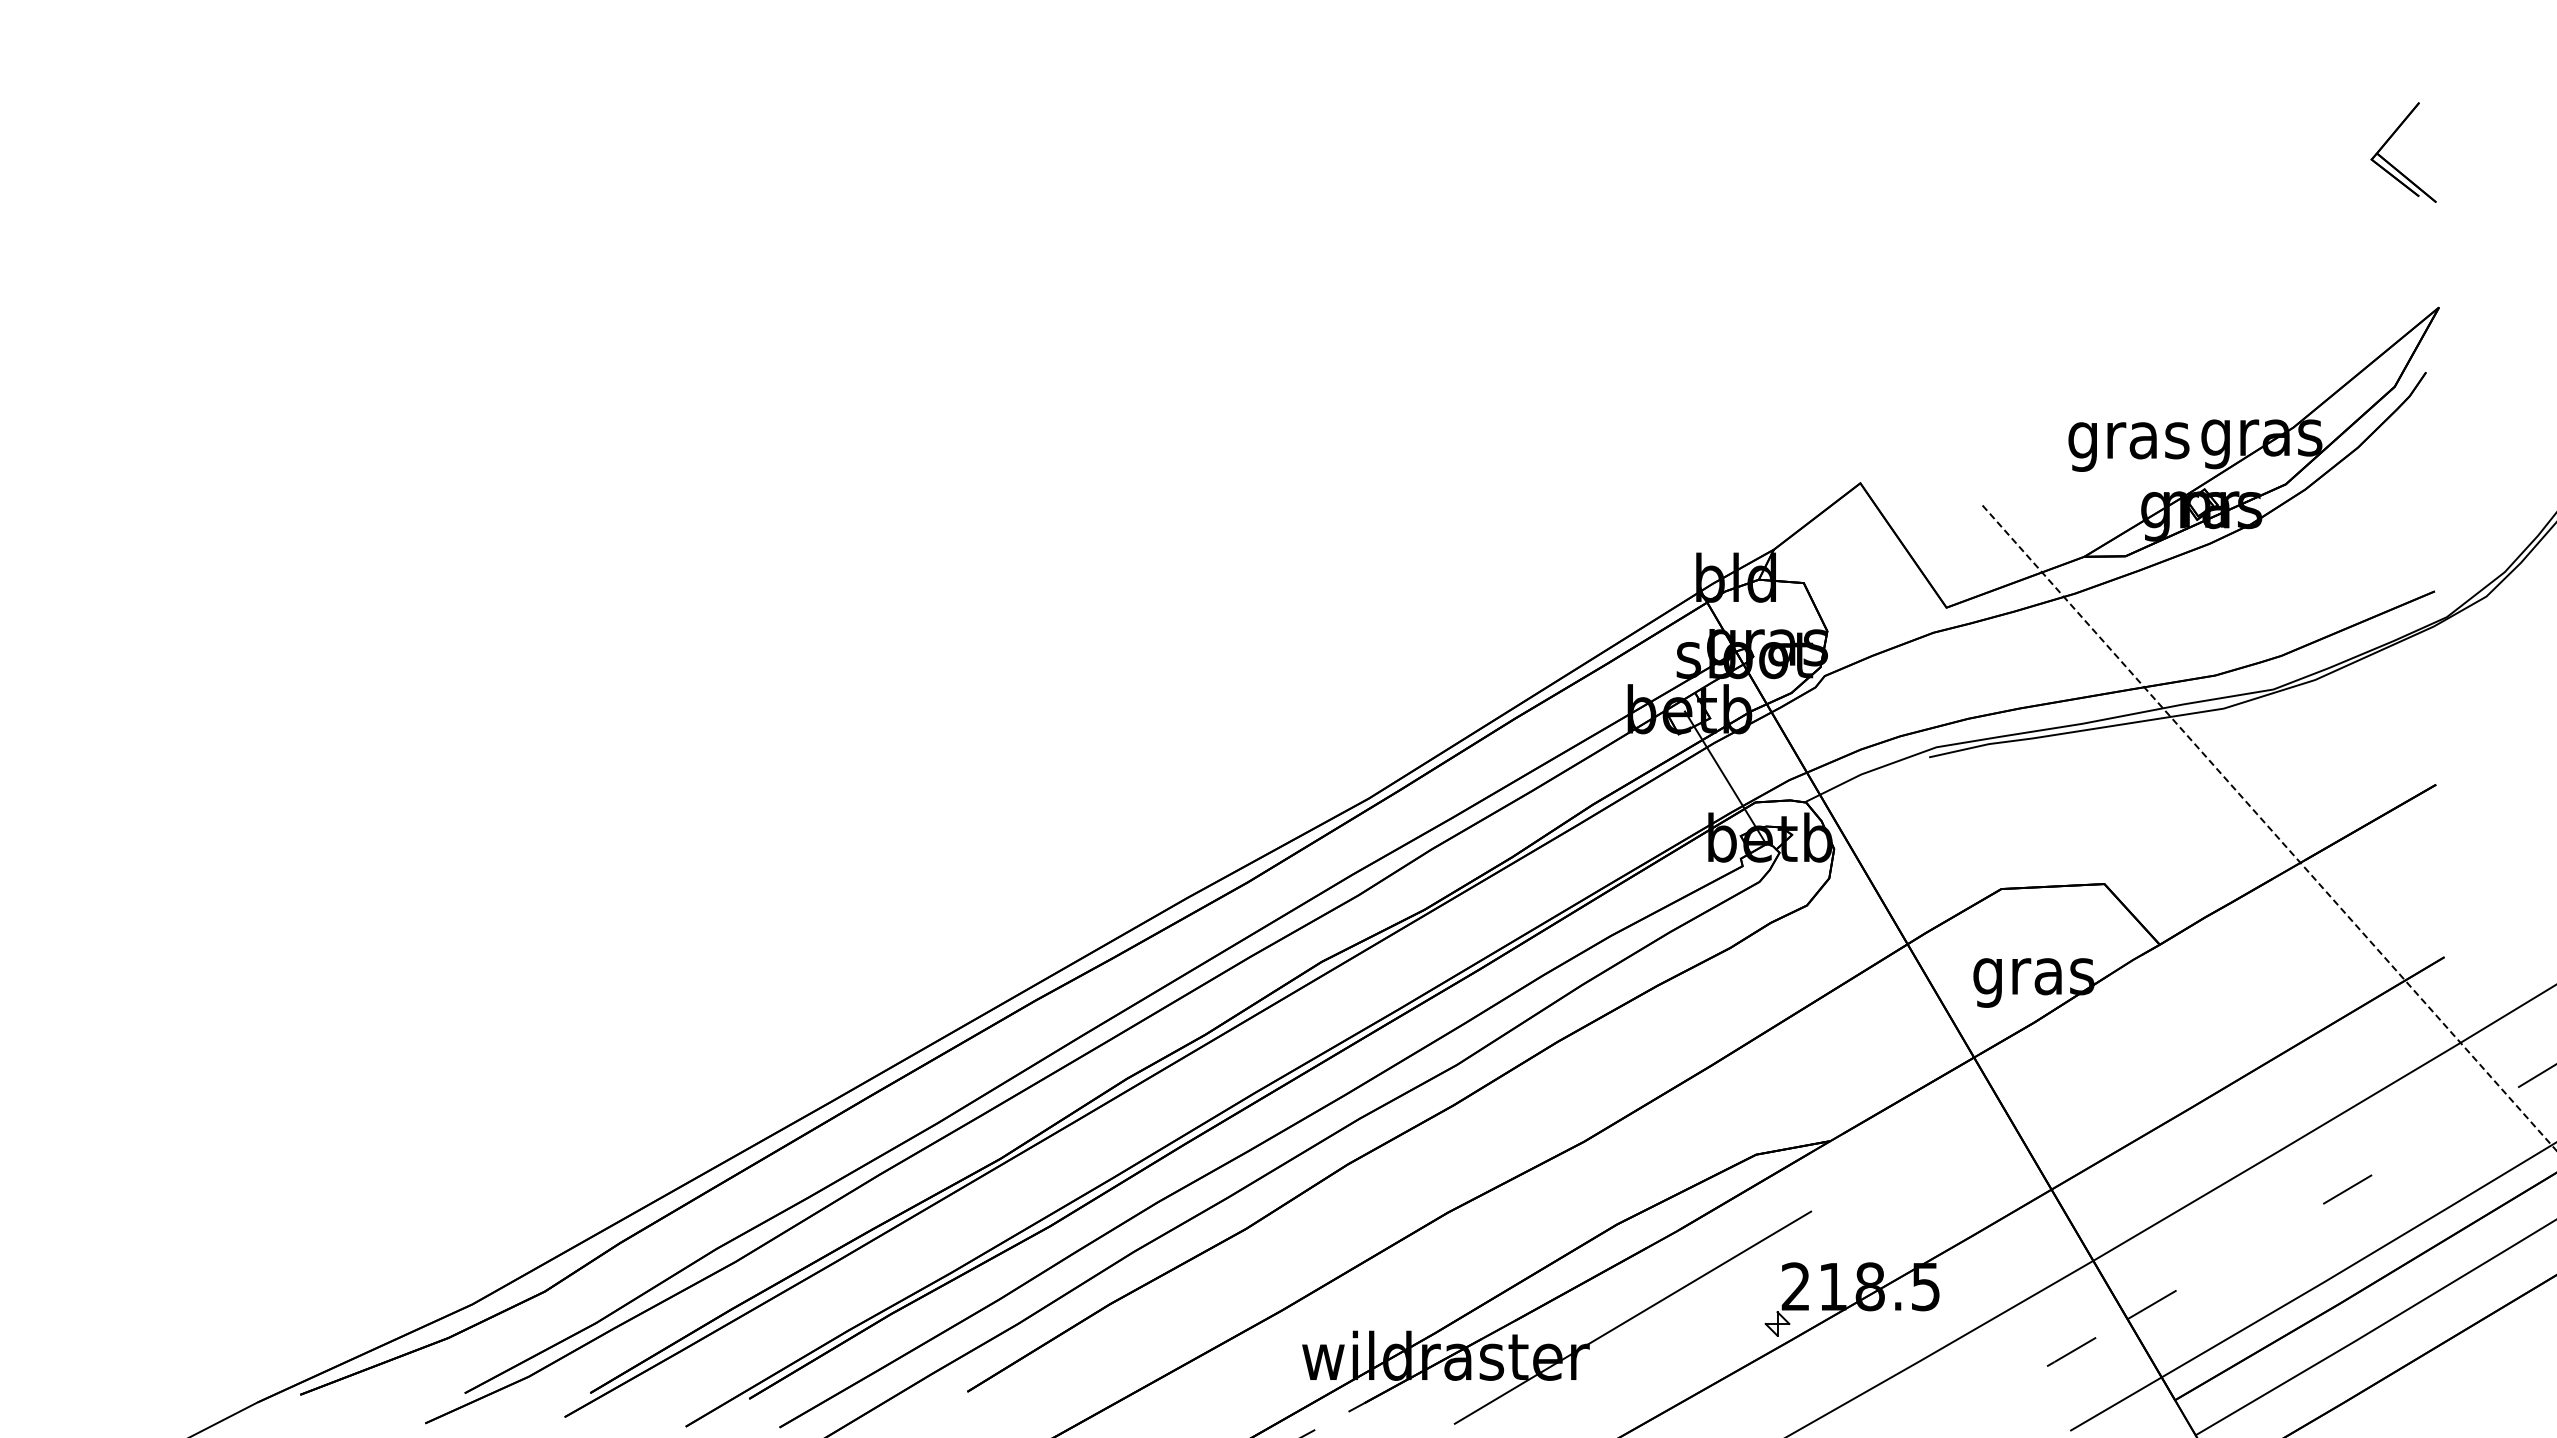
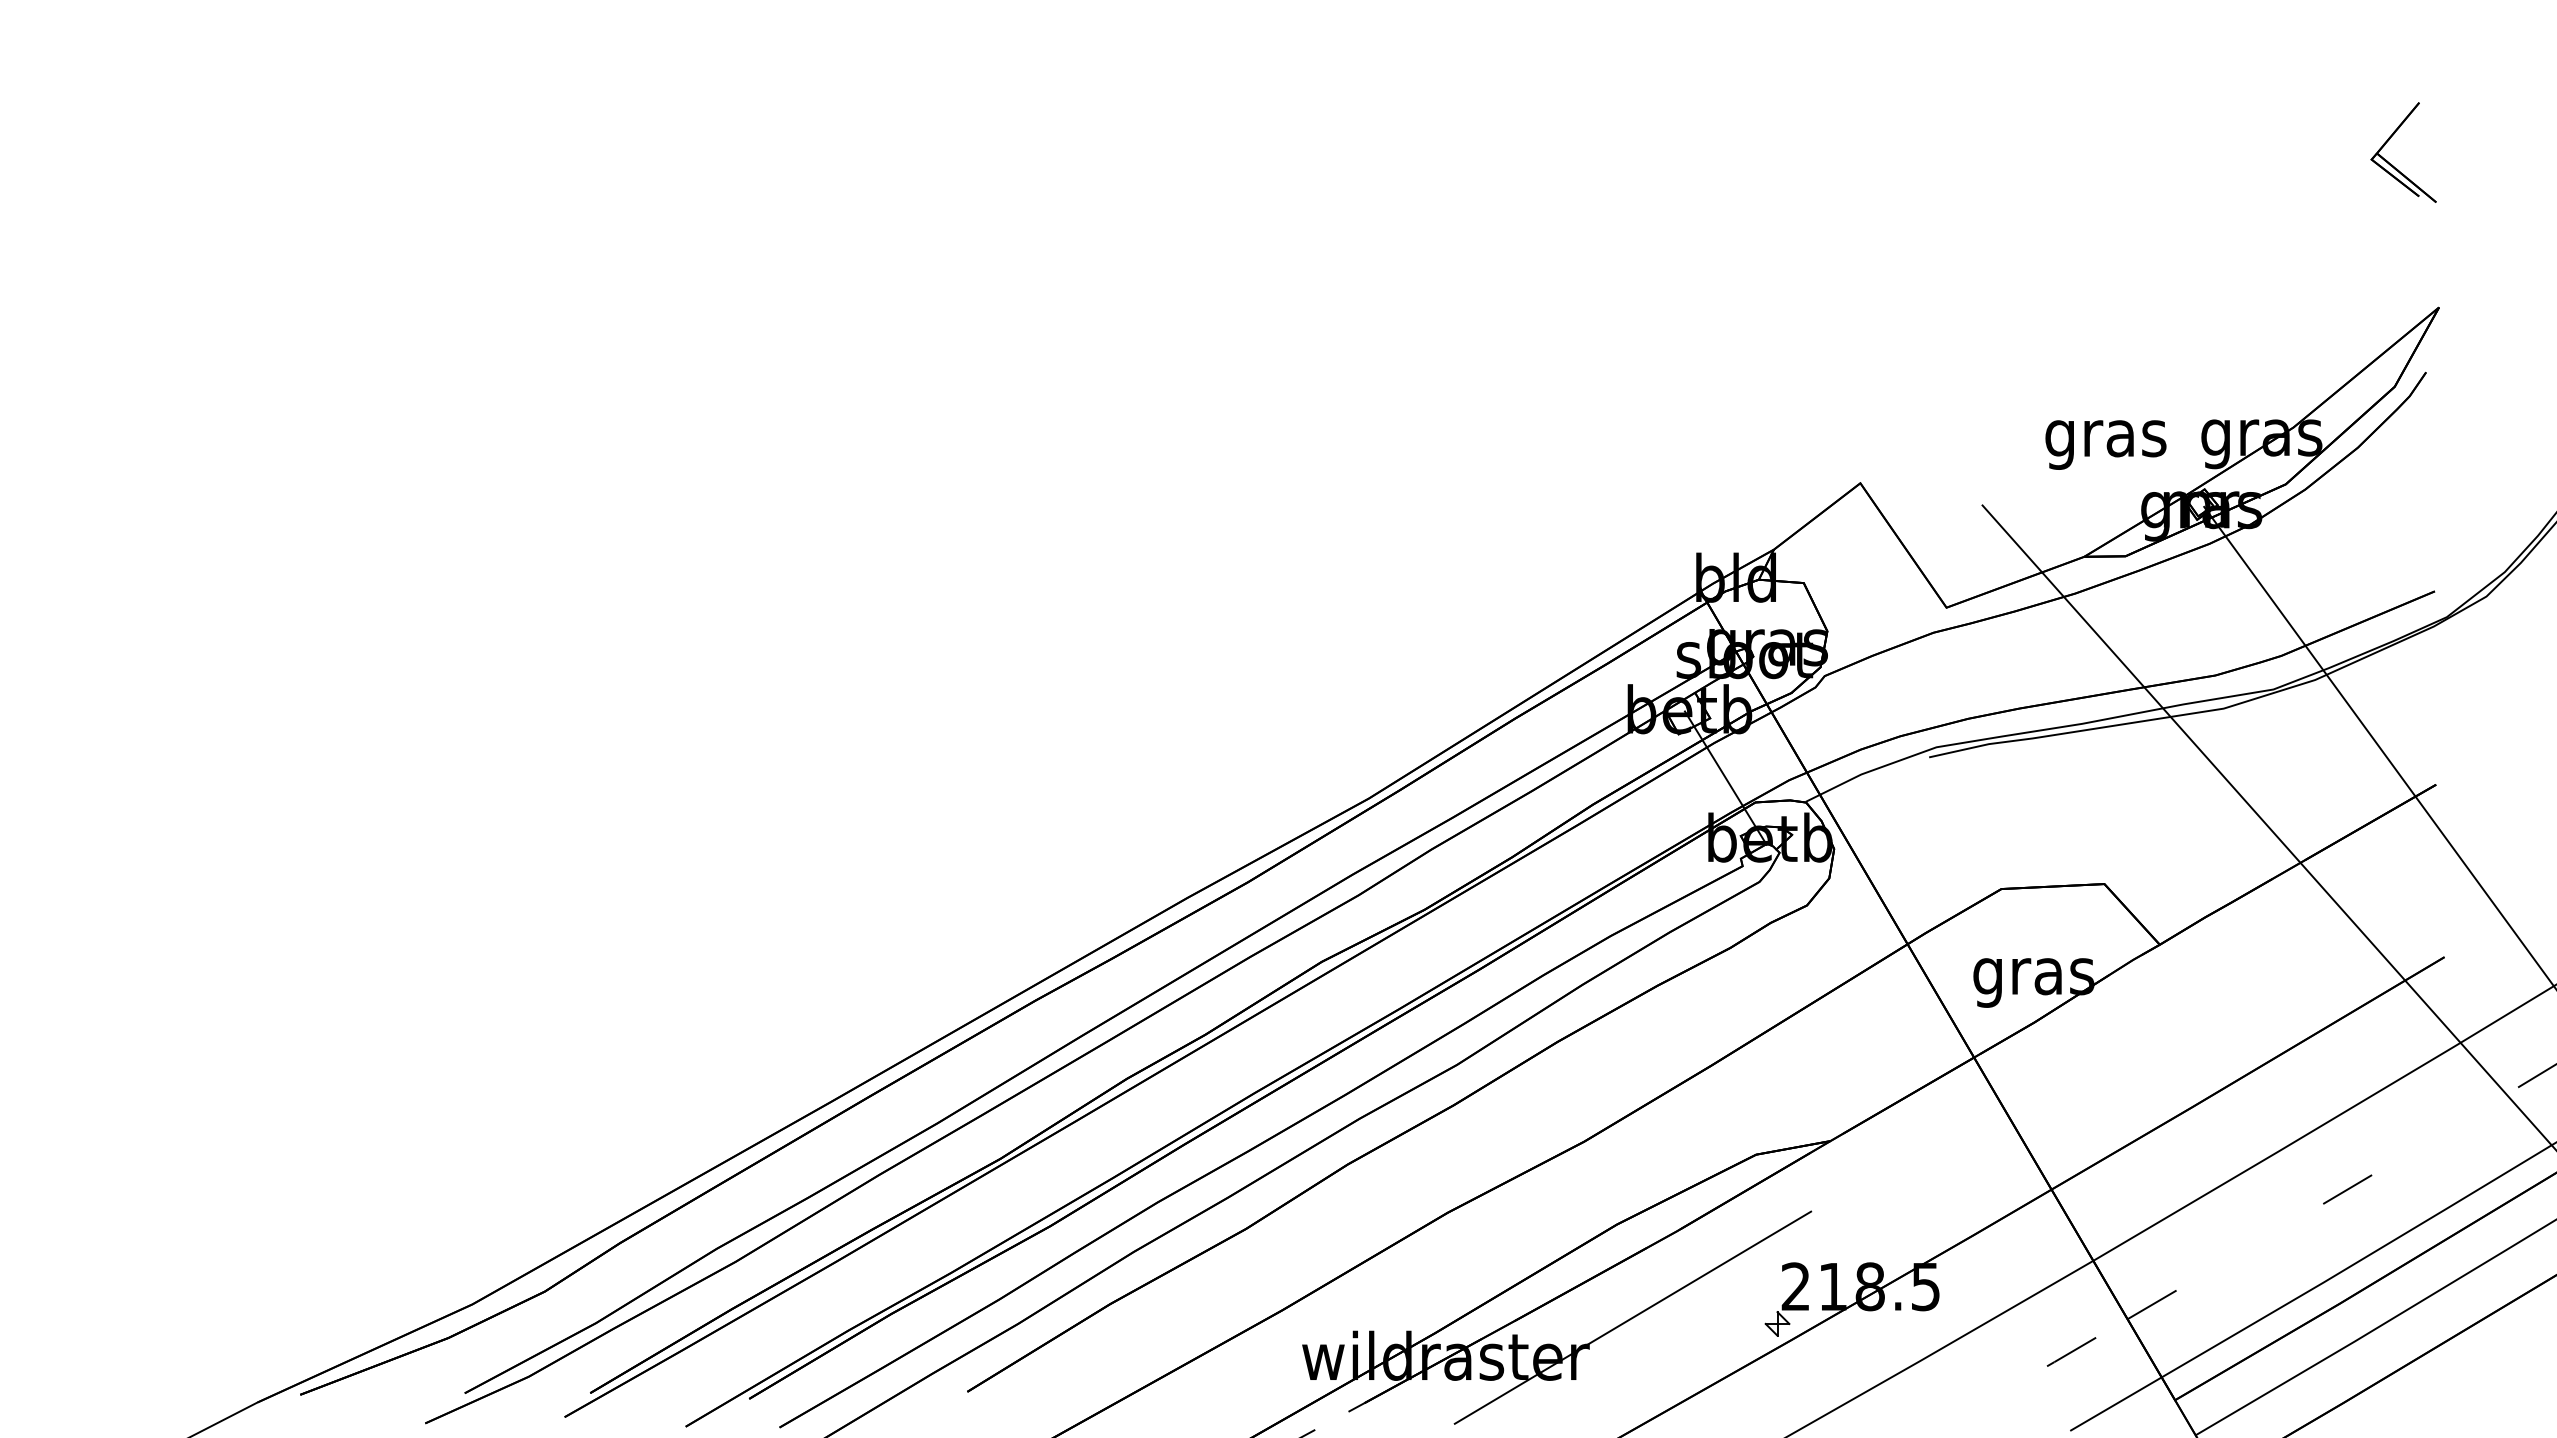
text at (2128, 446) position: (2128, 446) -> (2105, 444)
line at (2378, 746): none -> present
line at (2269, 828): dashed -> solid
